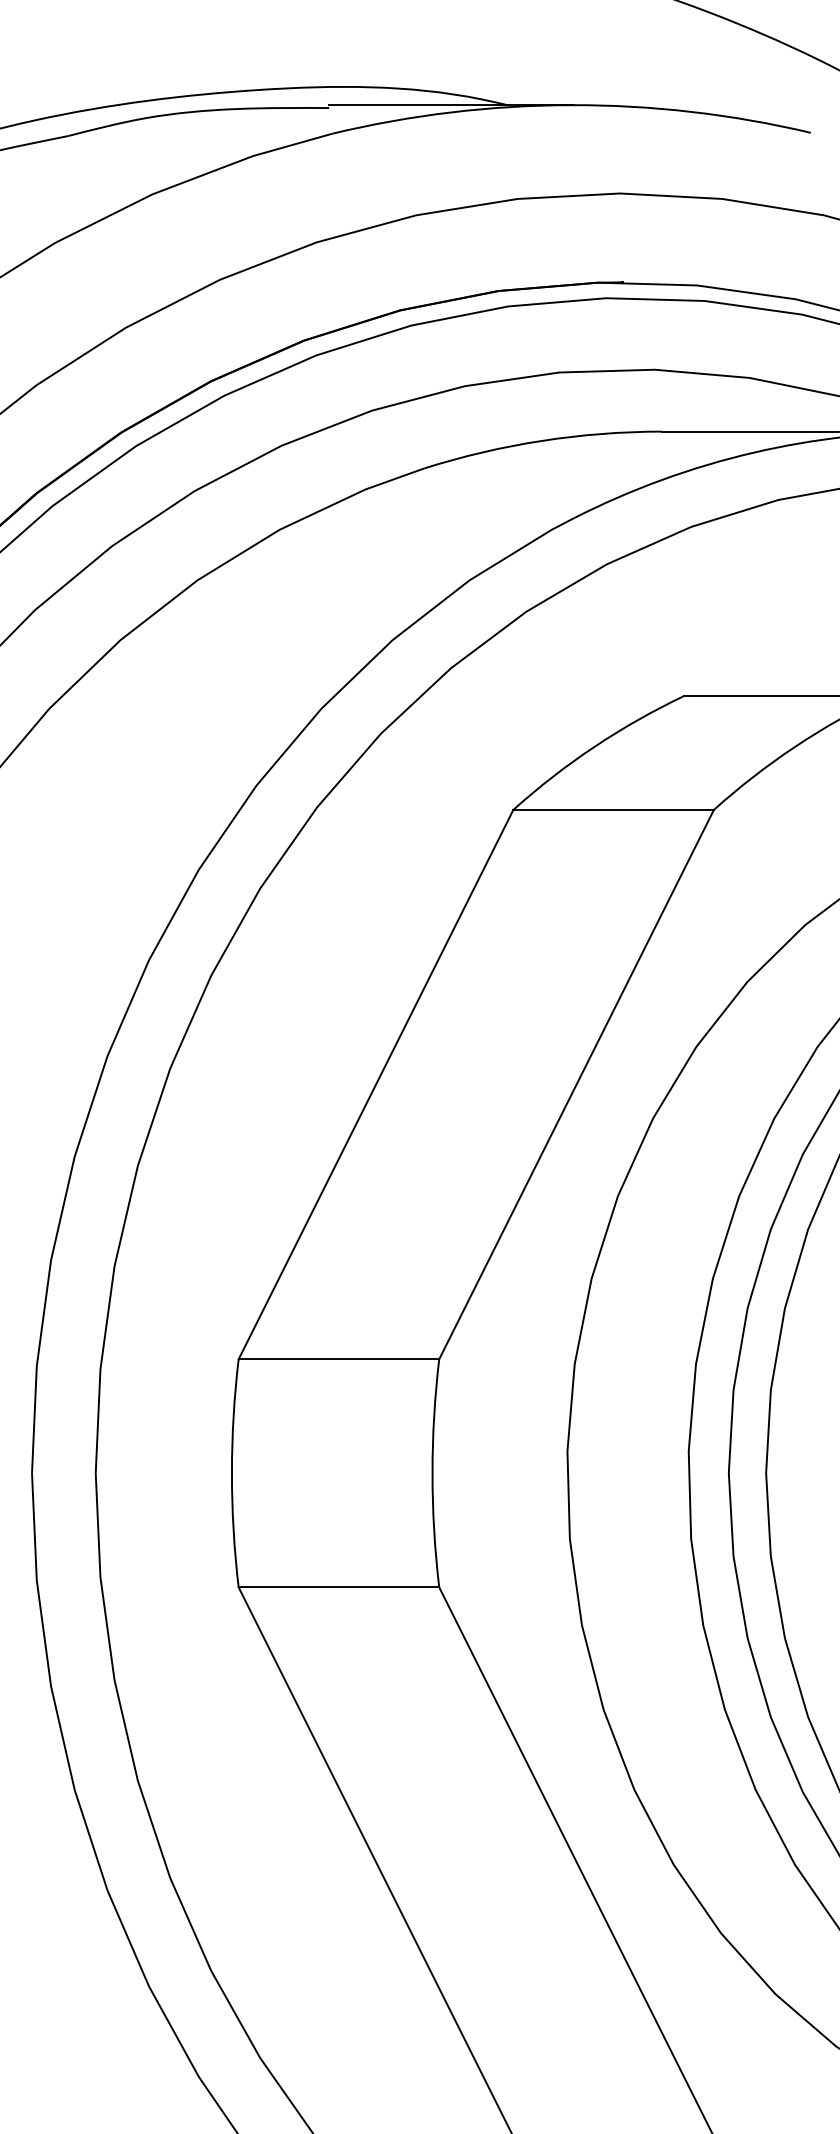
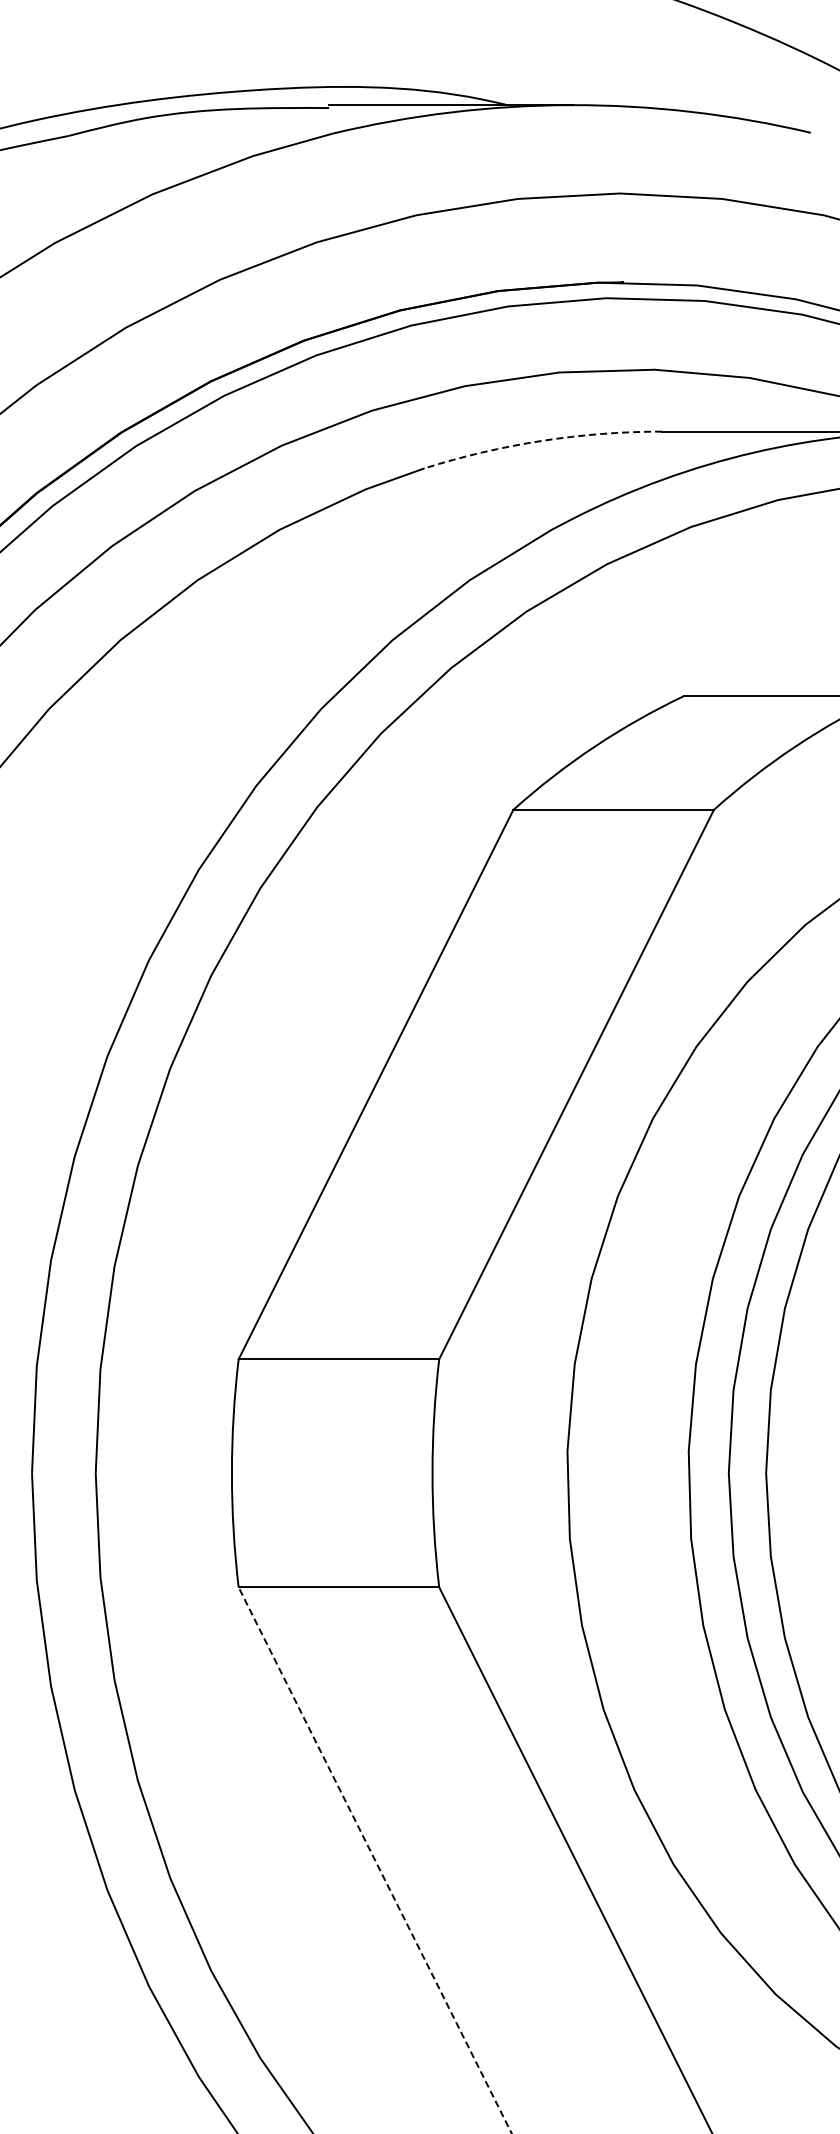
arc at (541, 440): solid -> dashed
line at (375, 1860): solid -> dashed
